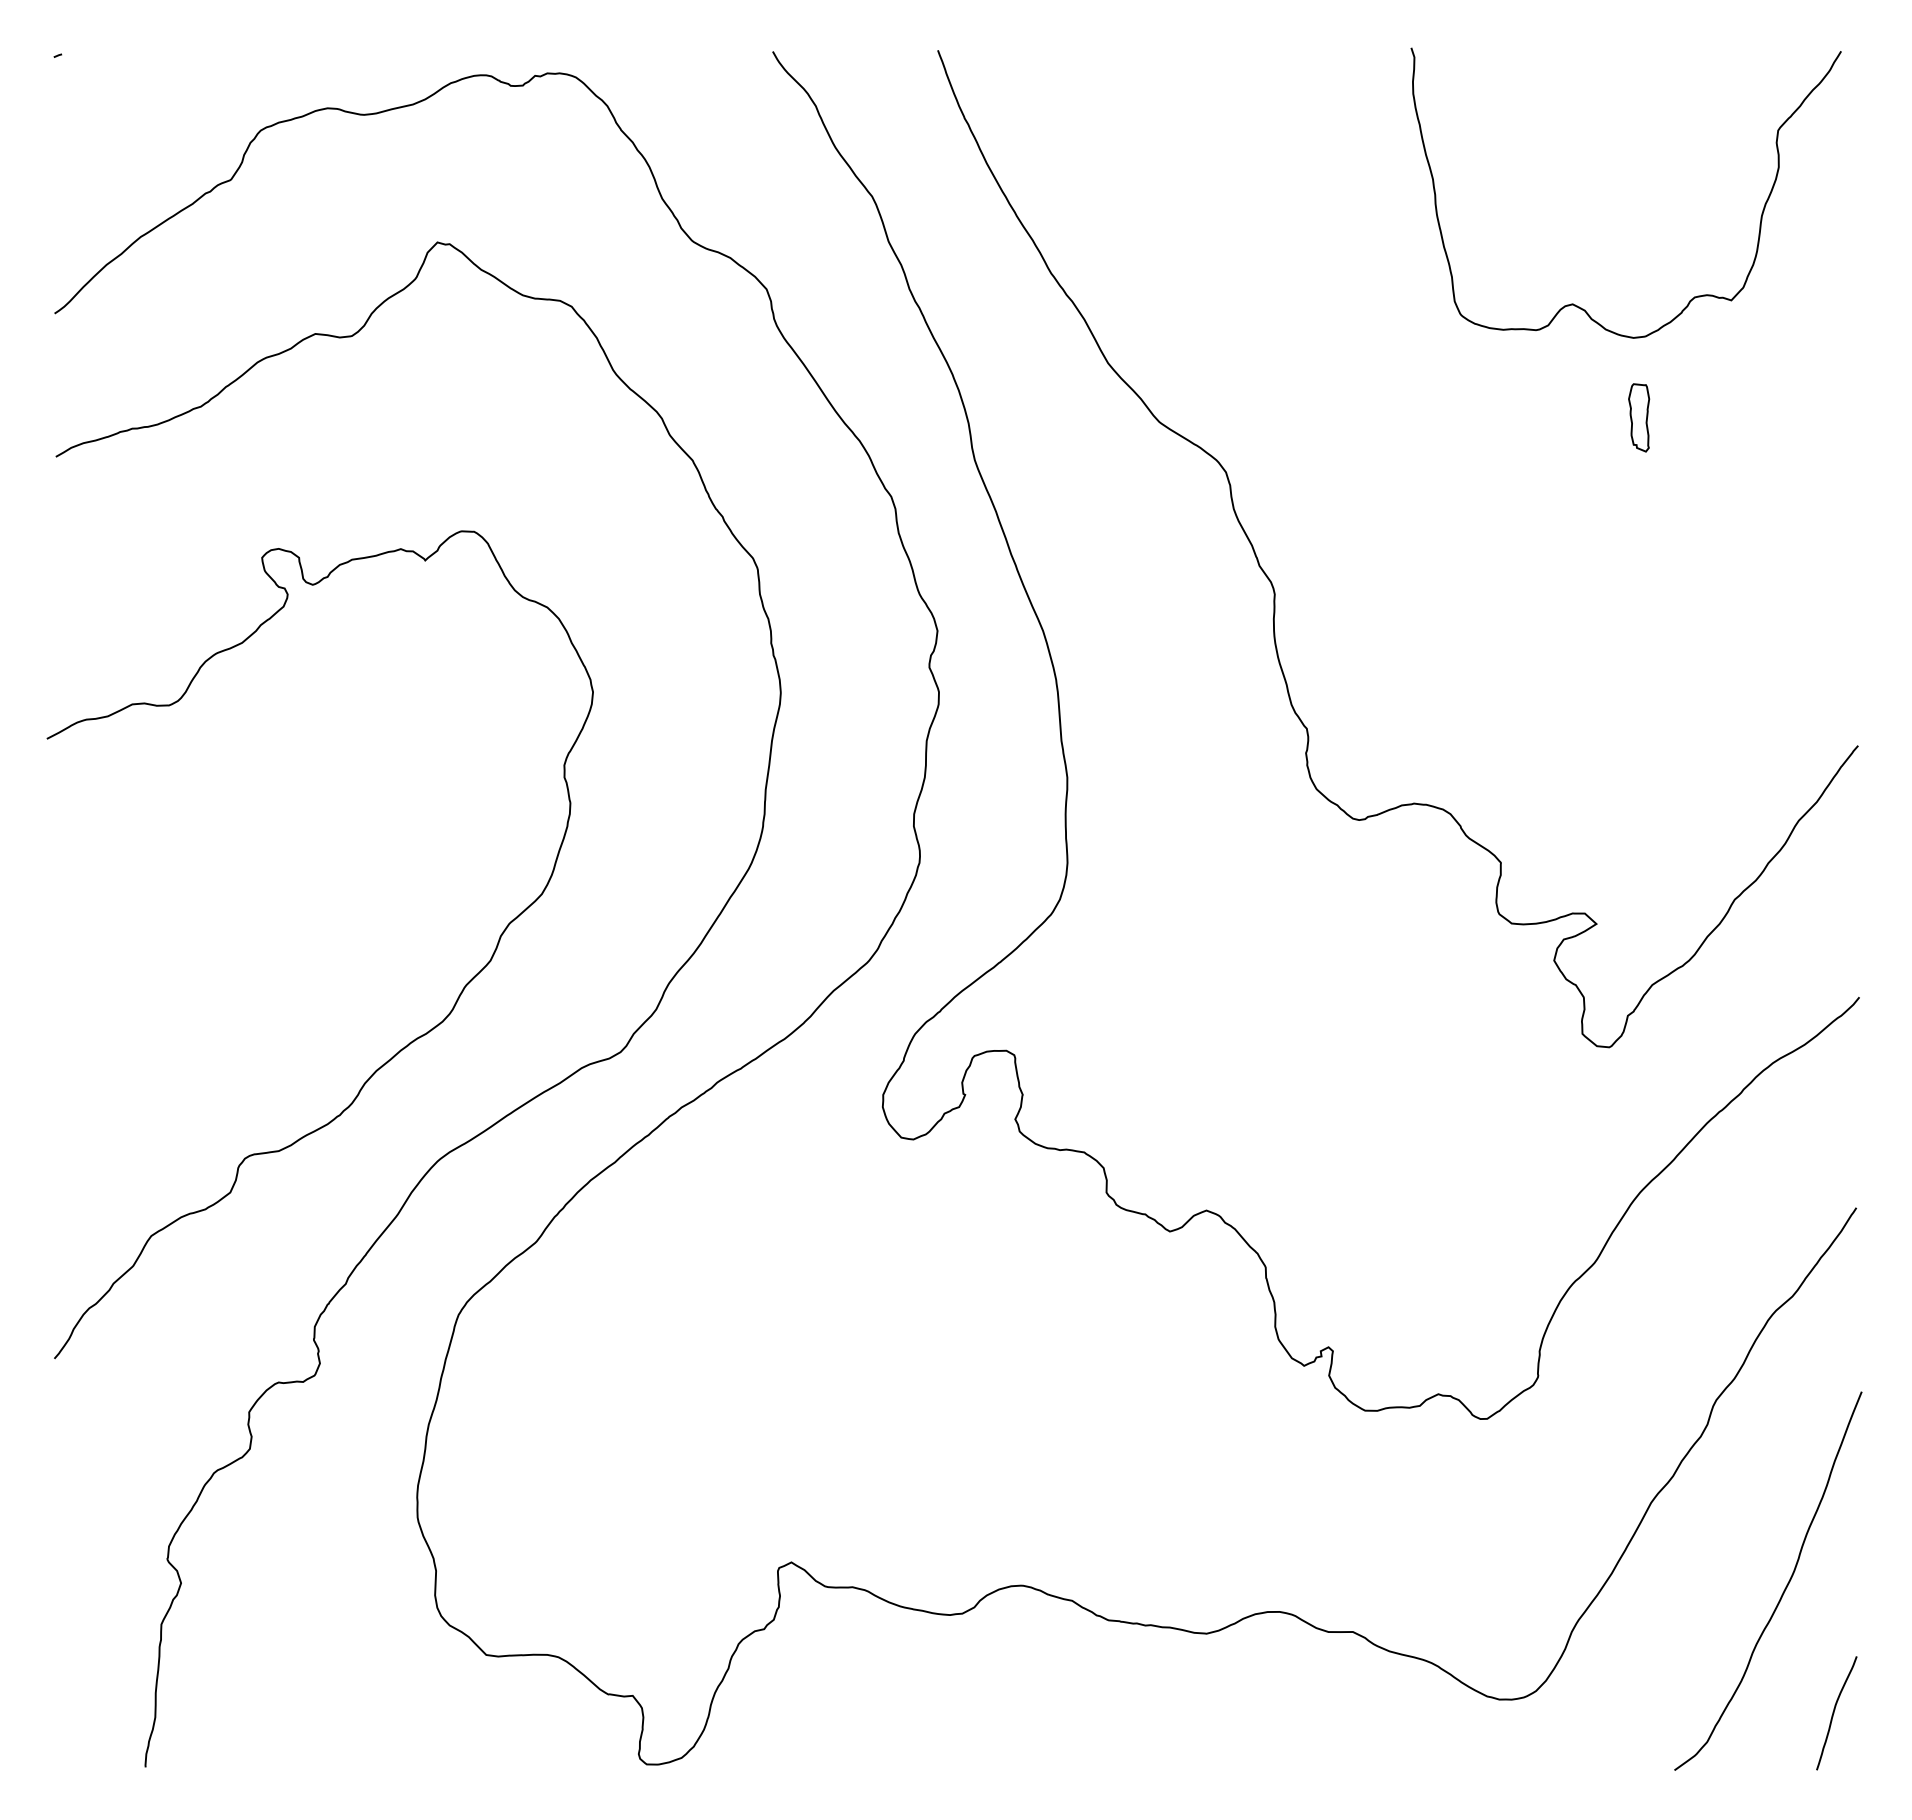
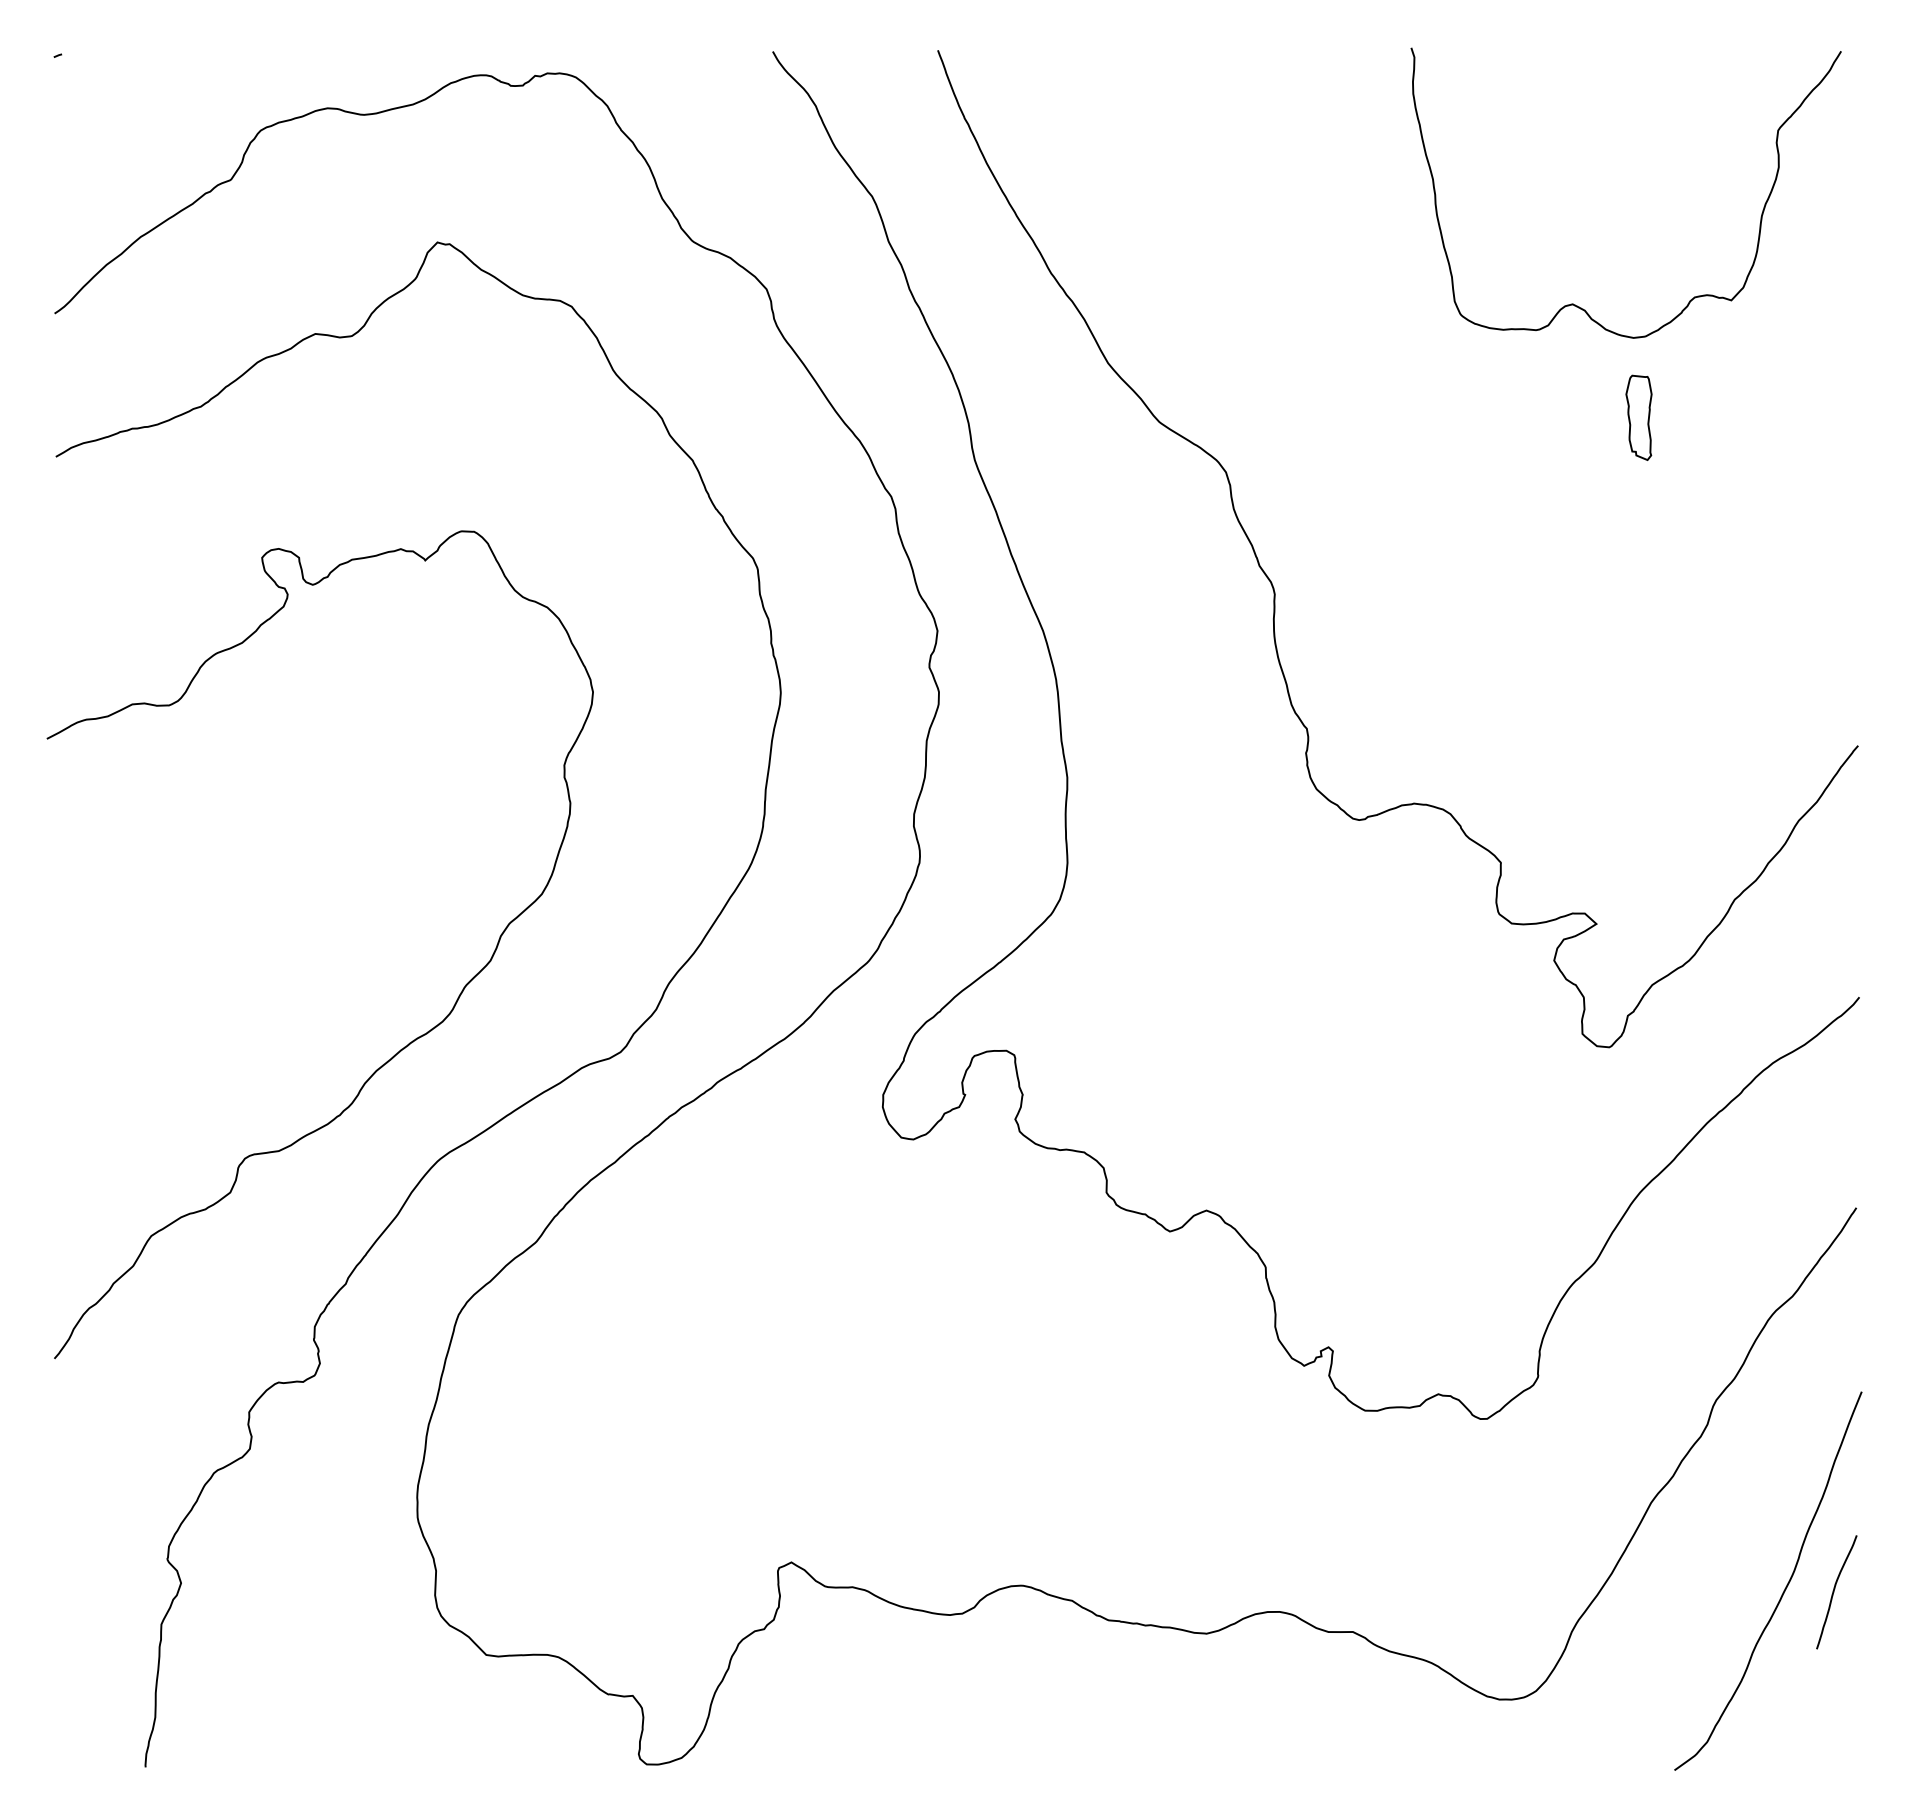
part at (1639, 417) size: 23x70 px -> 28x87 px
curve at (1834, 1713) position: (1834, 1713) -> (1834, 1592)
